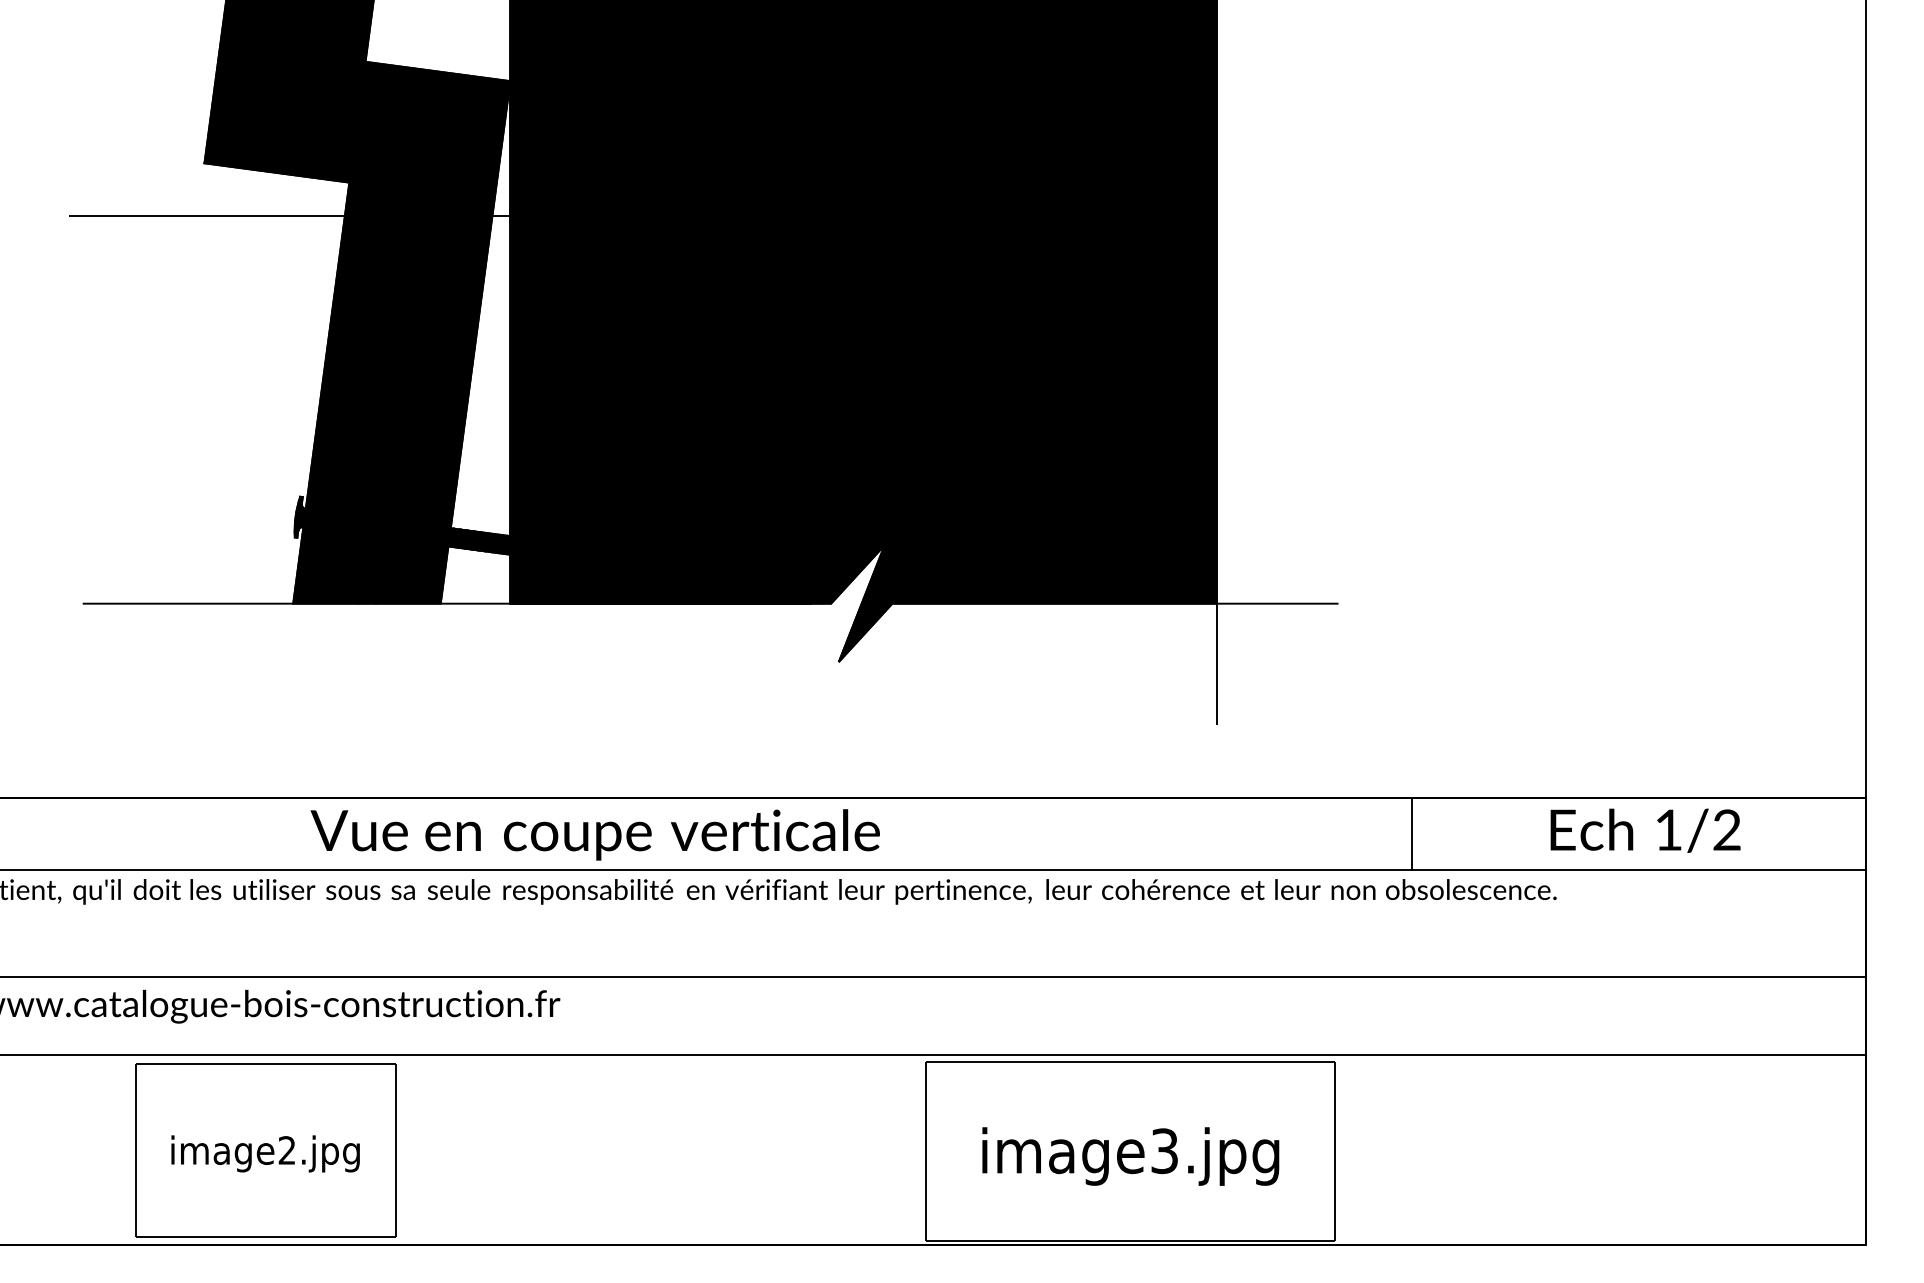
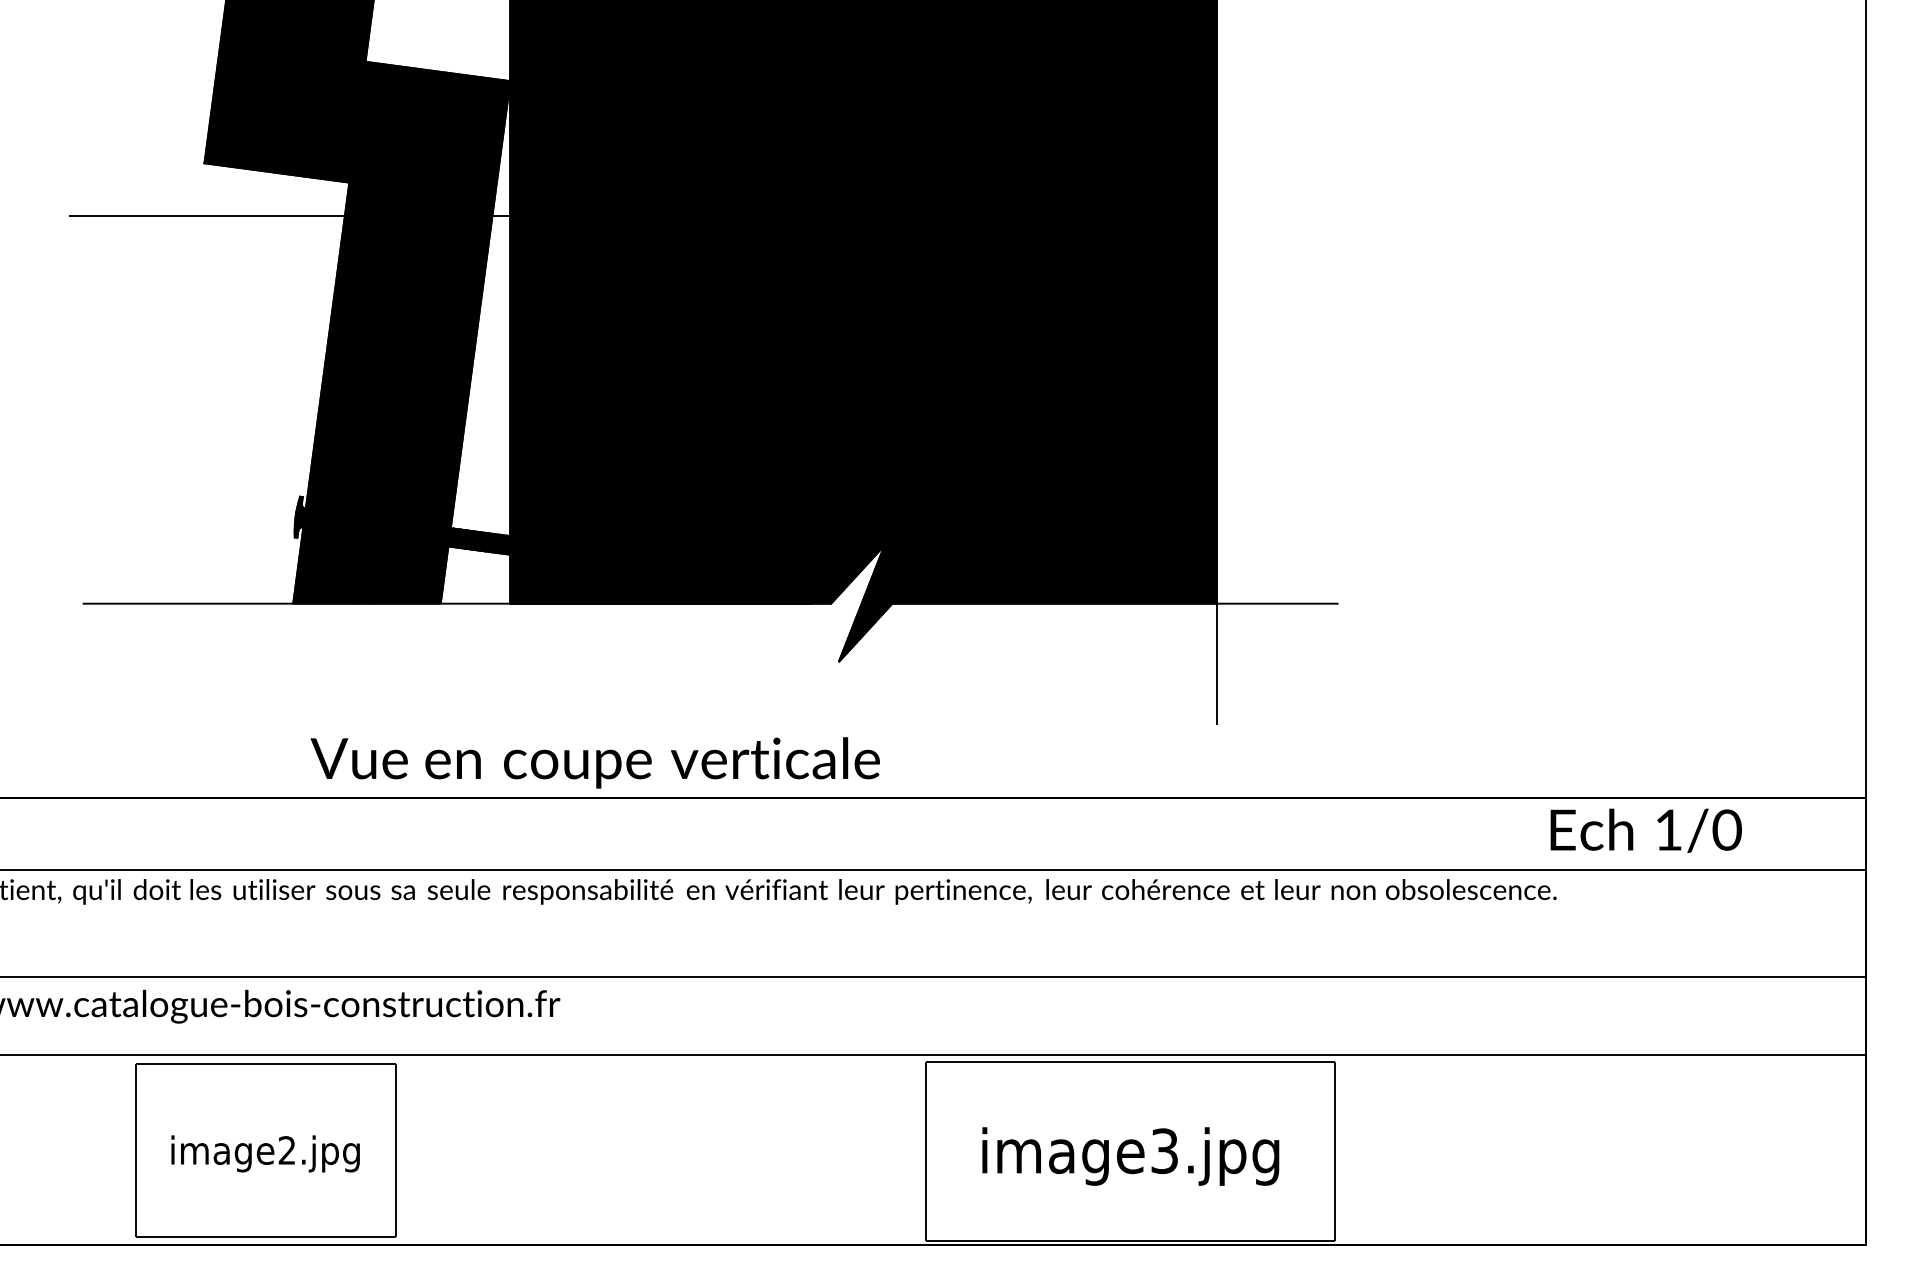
text at (1726, 829): 1/2 -> 1/0
line at (1412, 833): present -> none
text at (594, 834) position: (594, 834) -> (594, 762)
